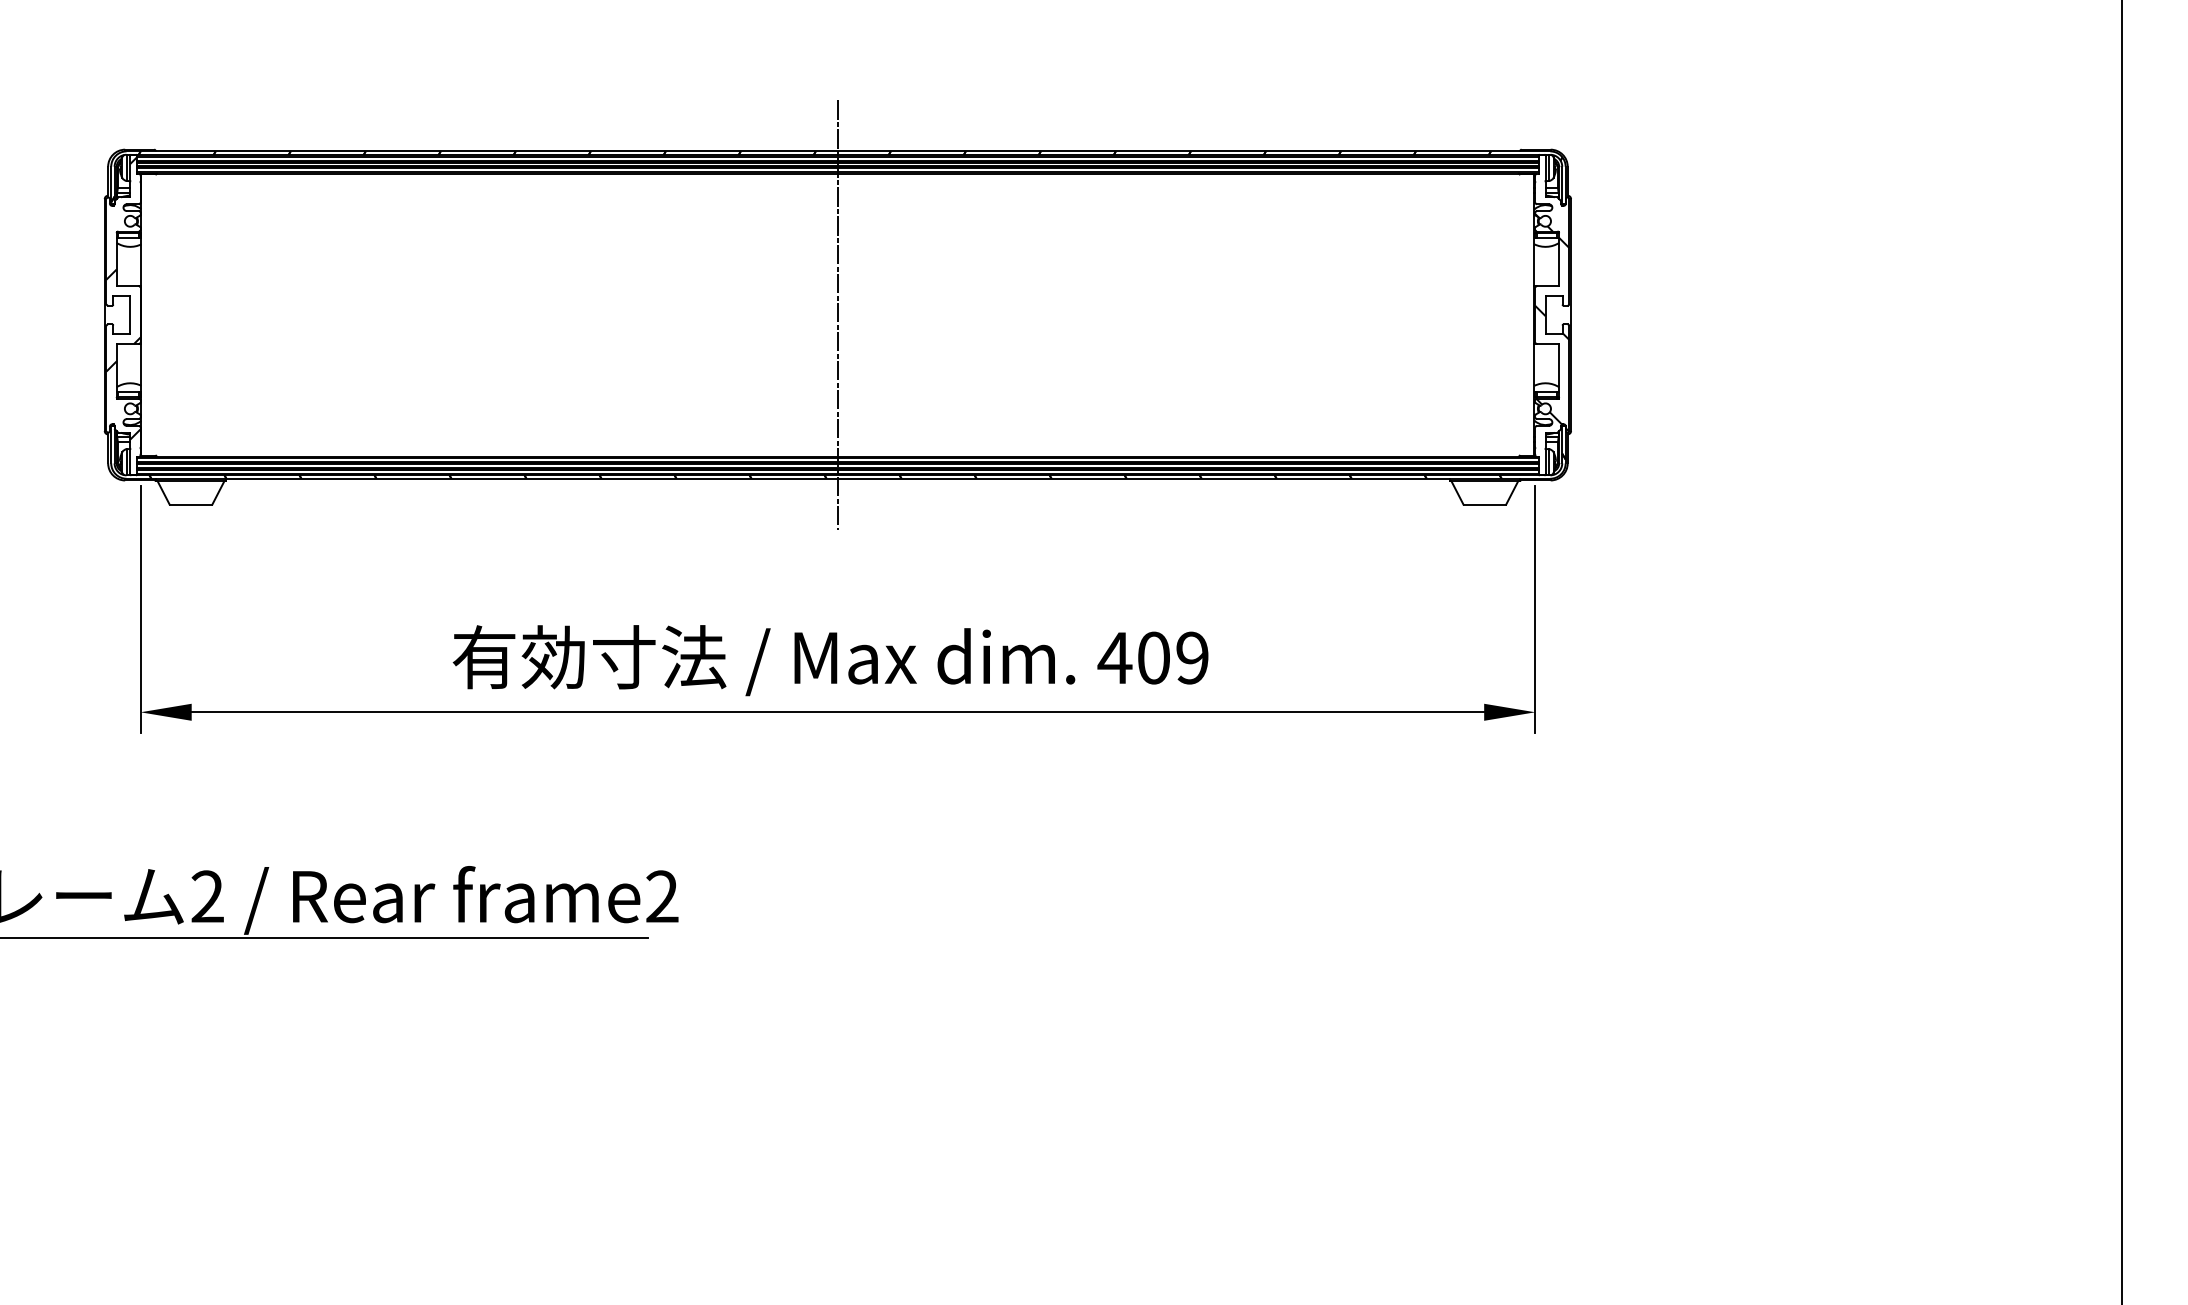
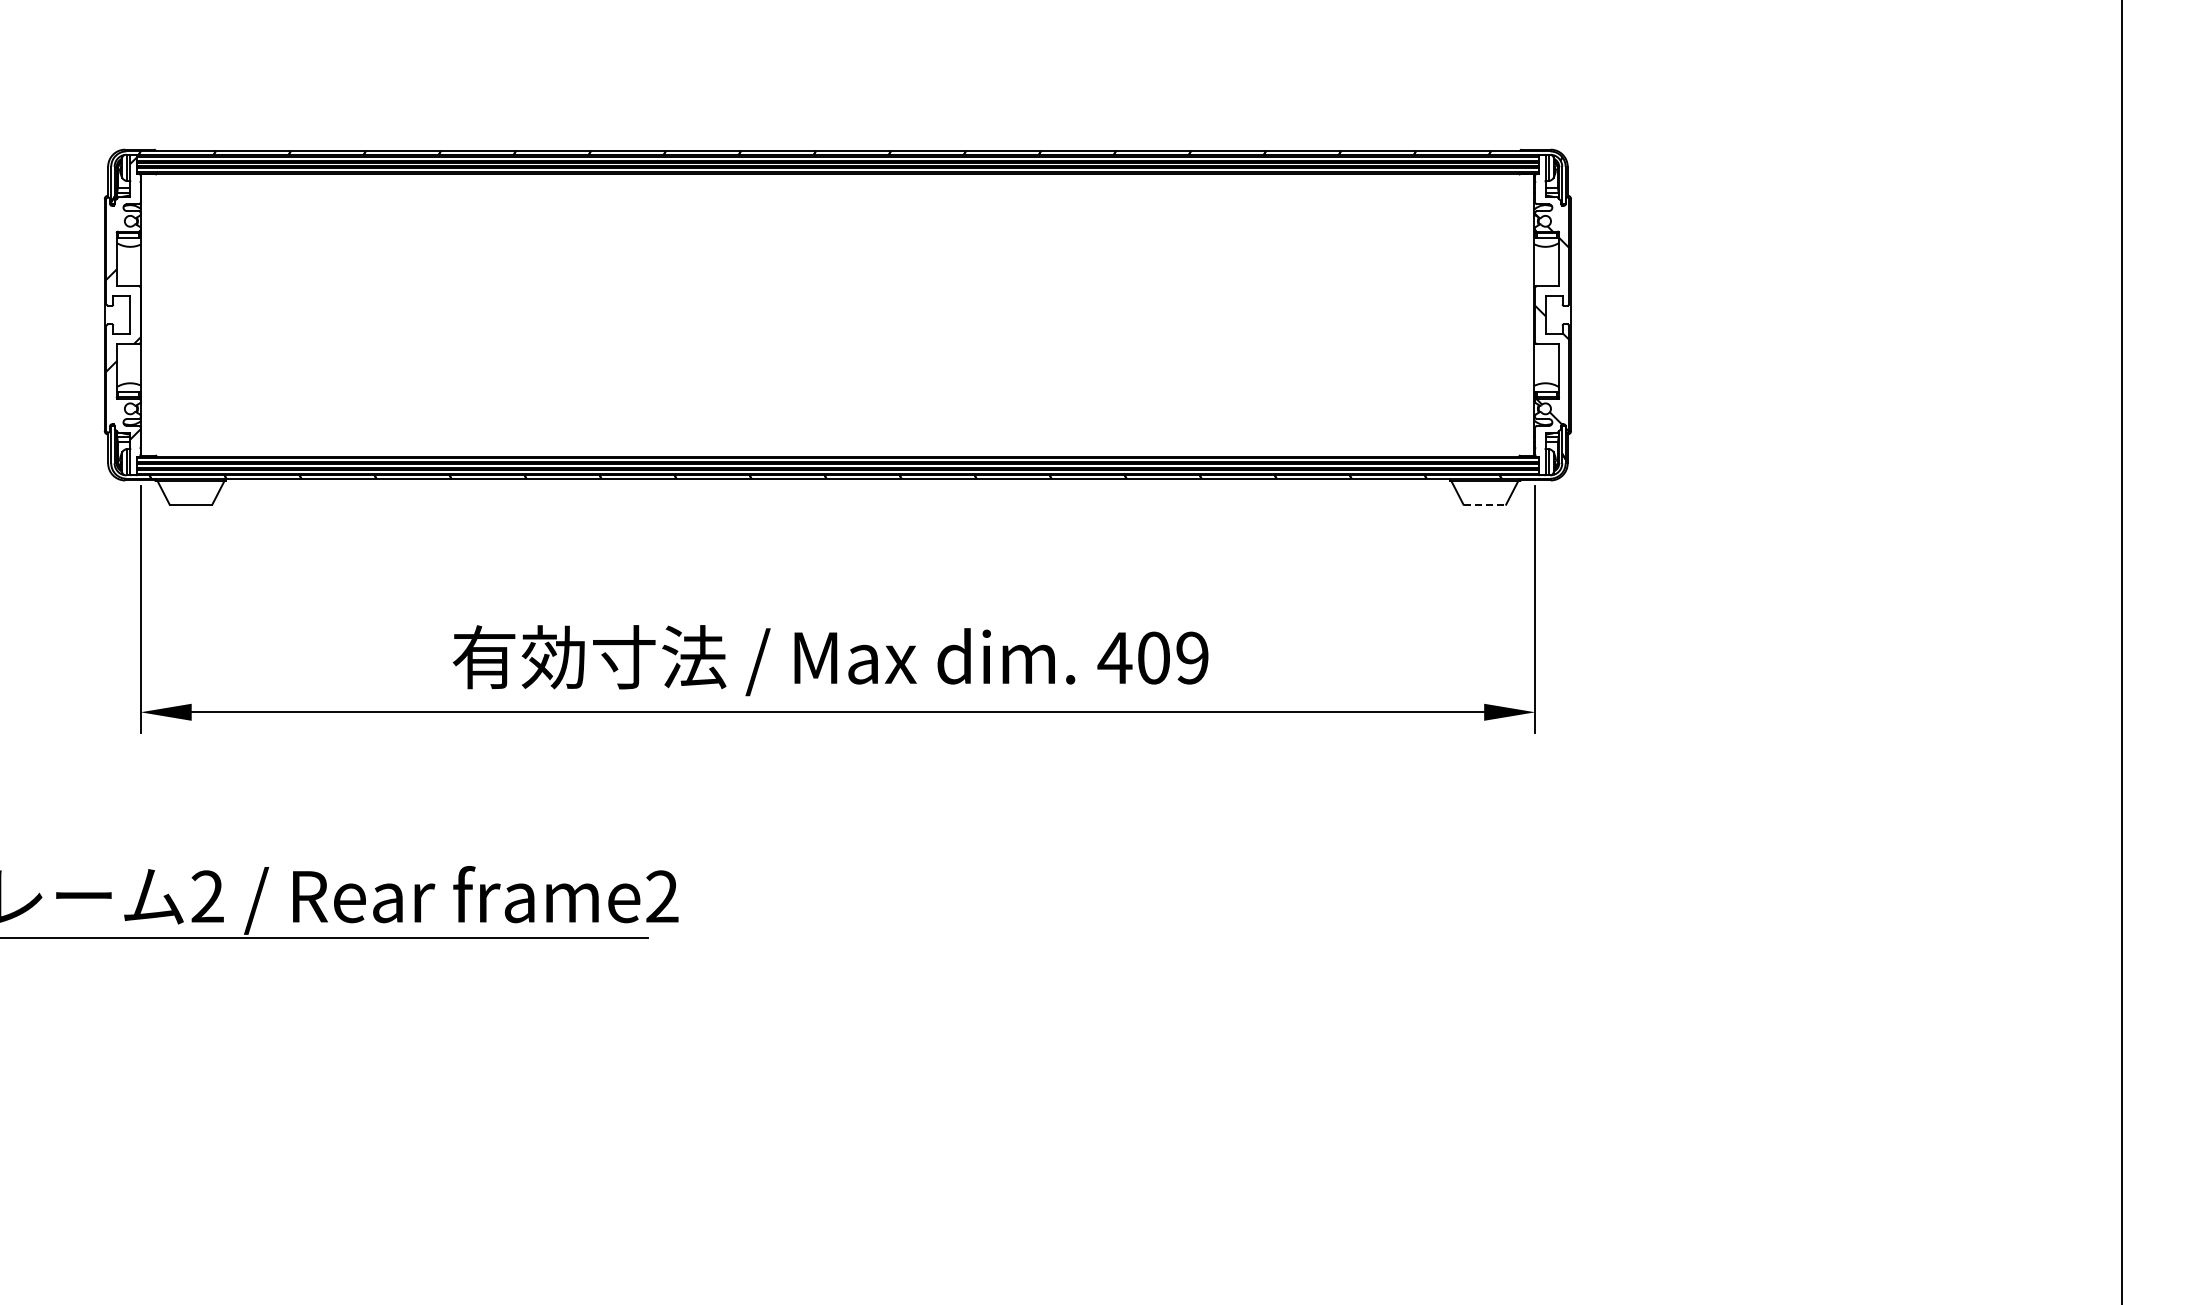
line at (838, 314): present -> none
line at (1485, 504): solid -> dashed
